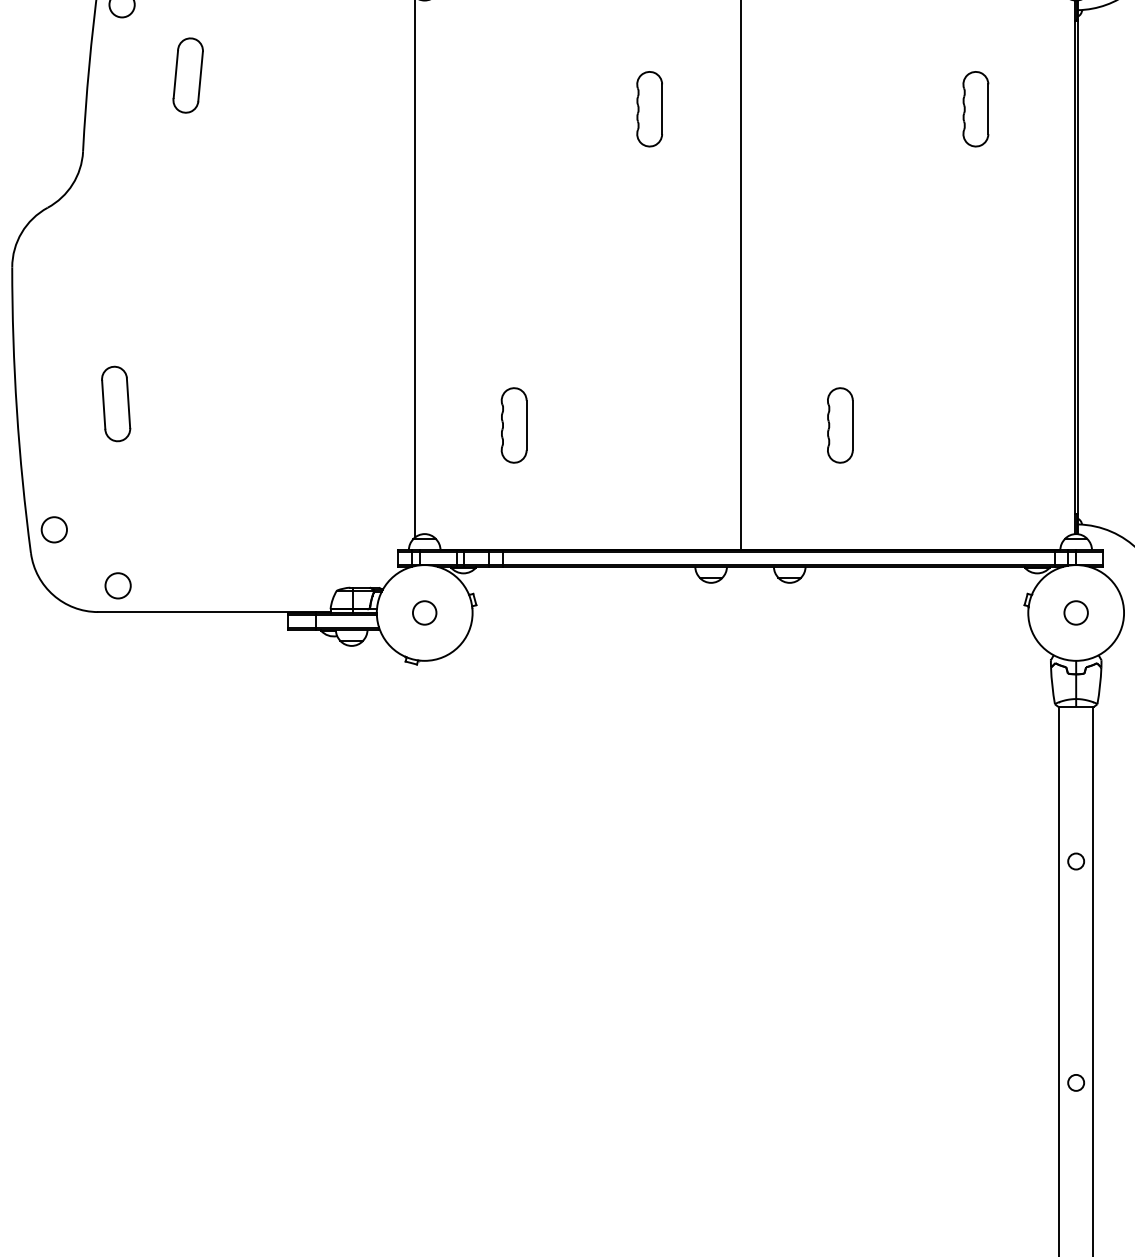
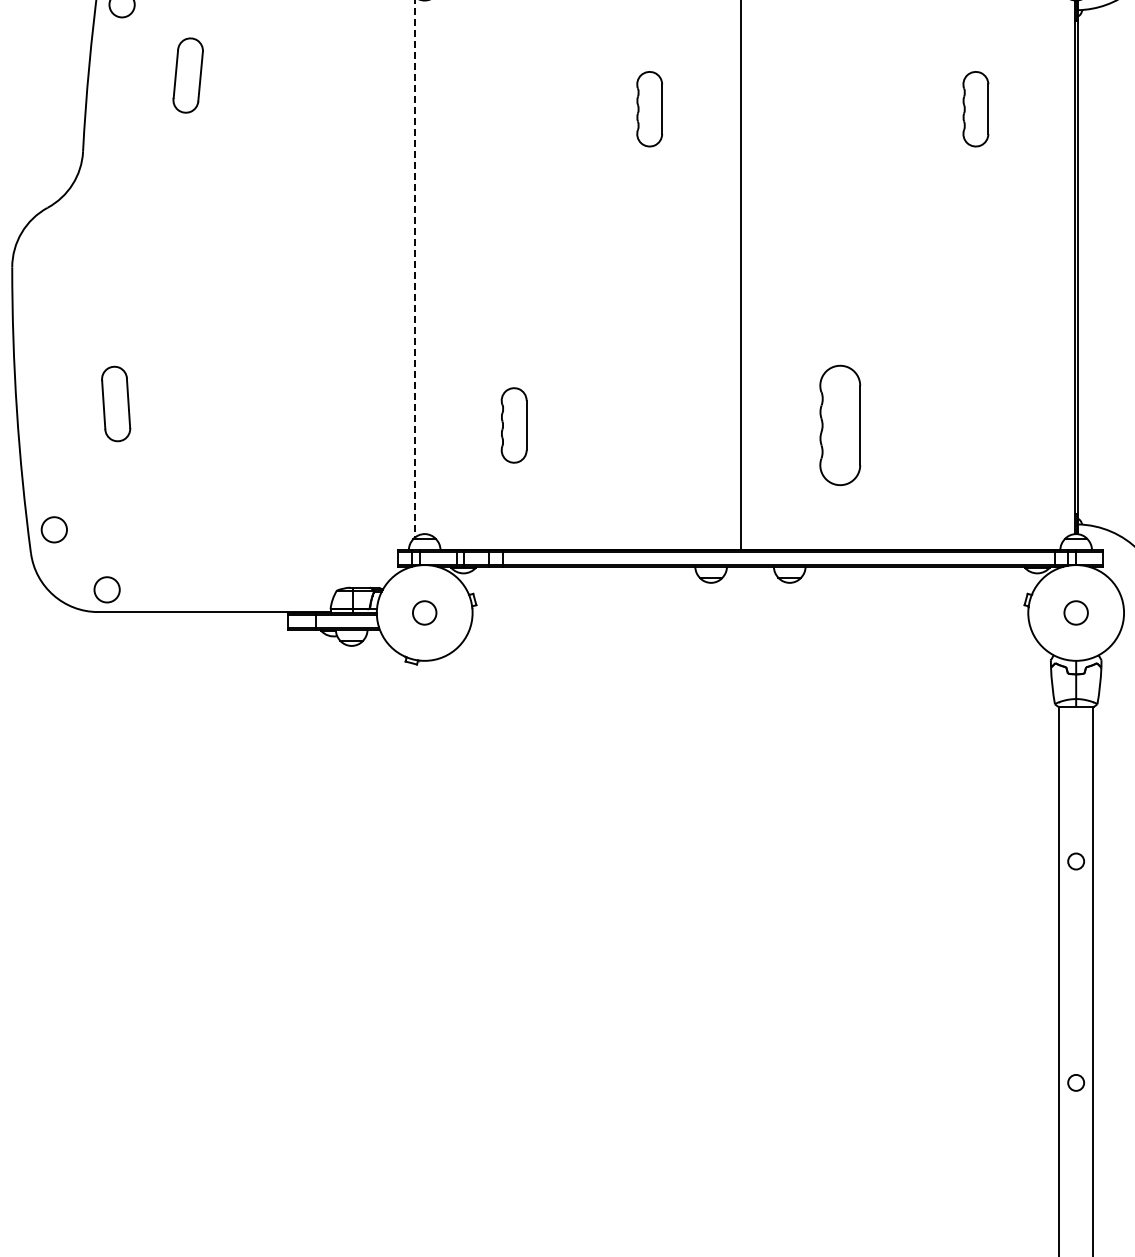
line at (414, 269): solid -> dashed
part at (840, 425) size: 27x77 px -> 43x123 px
circle at (117, 585) position: (117, 585) -> (106, 589)
